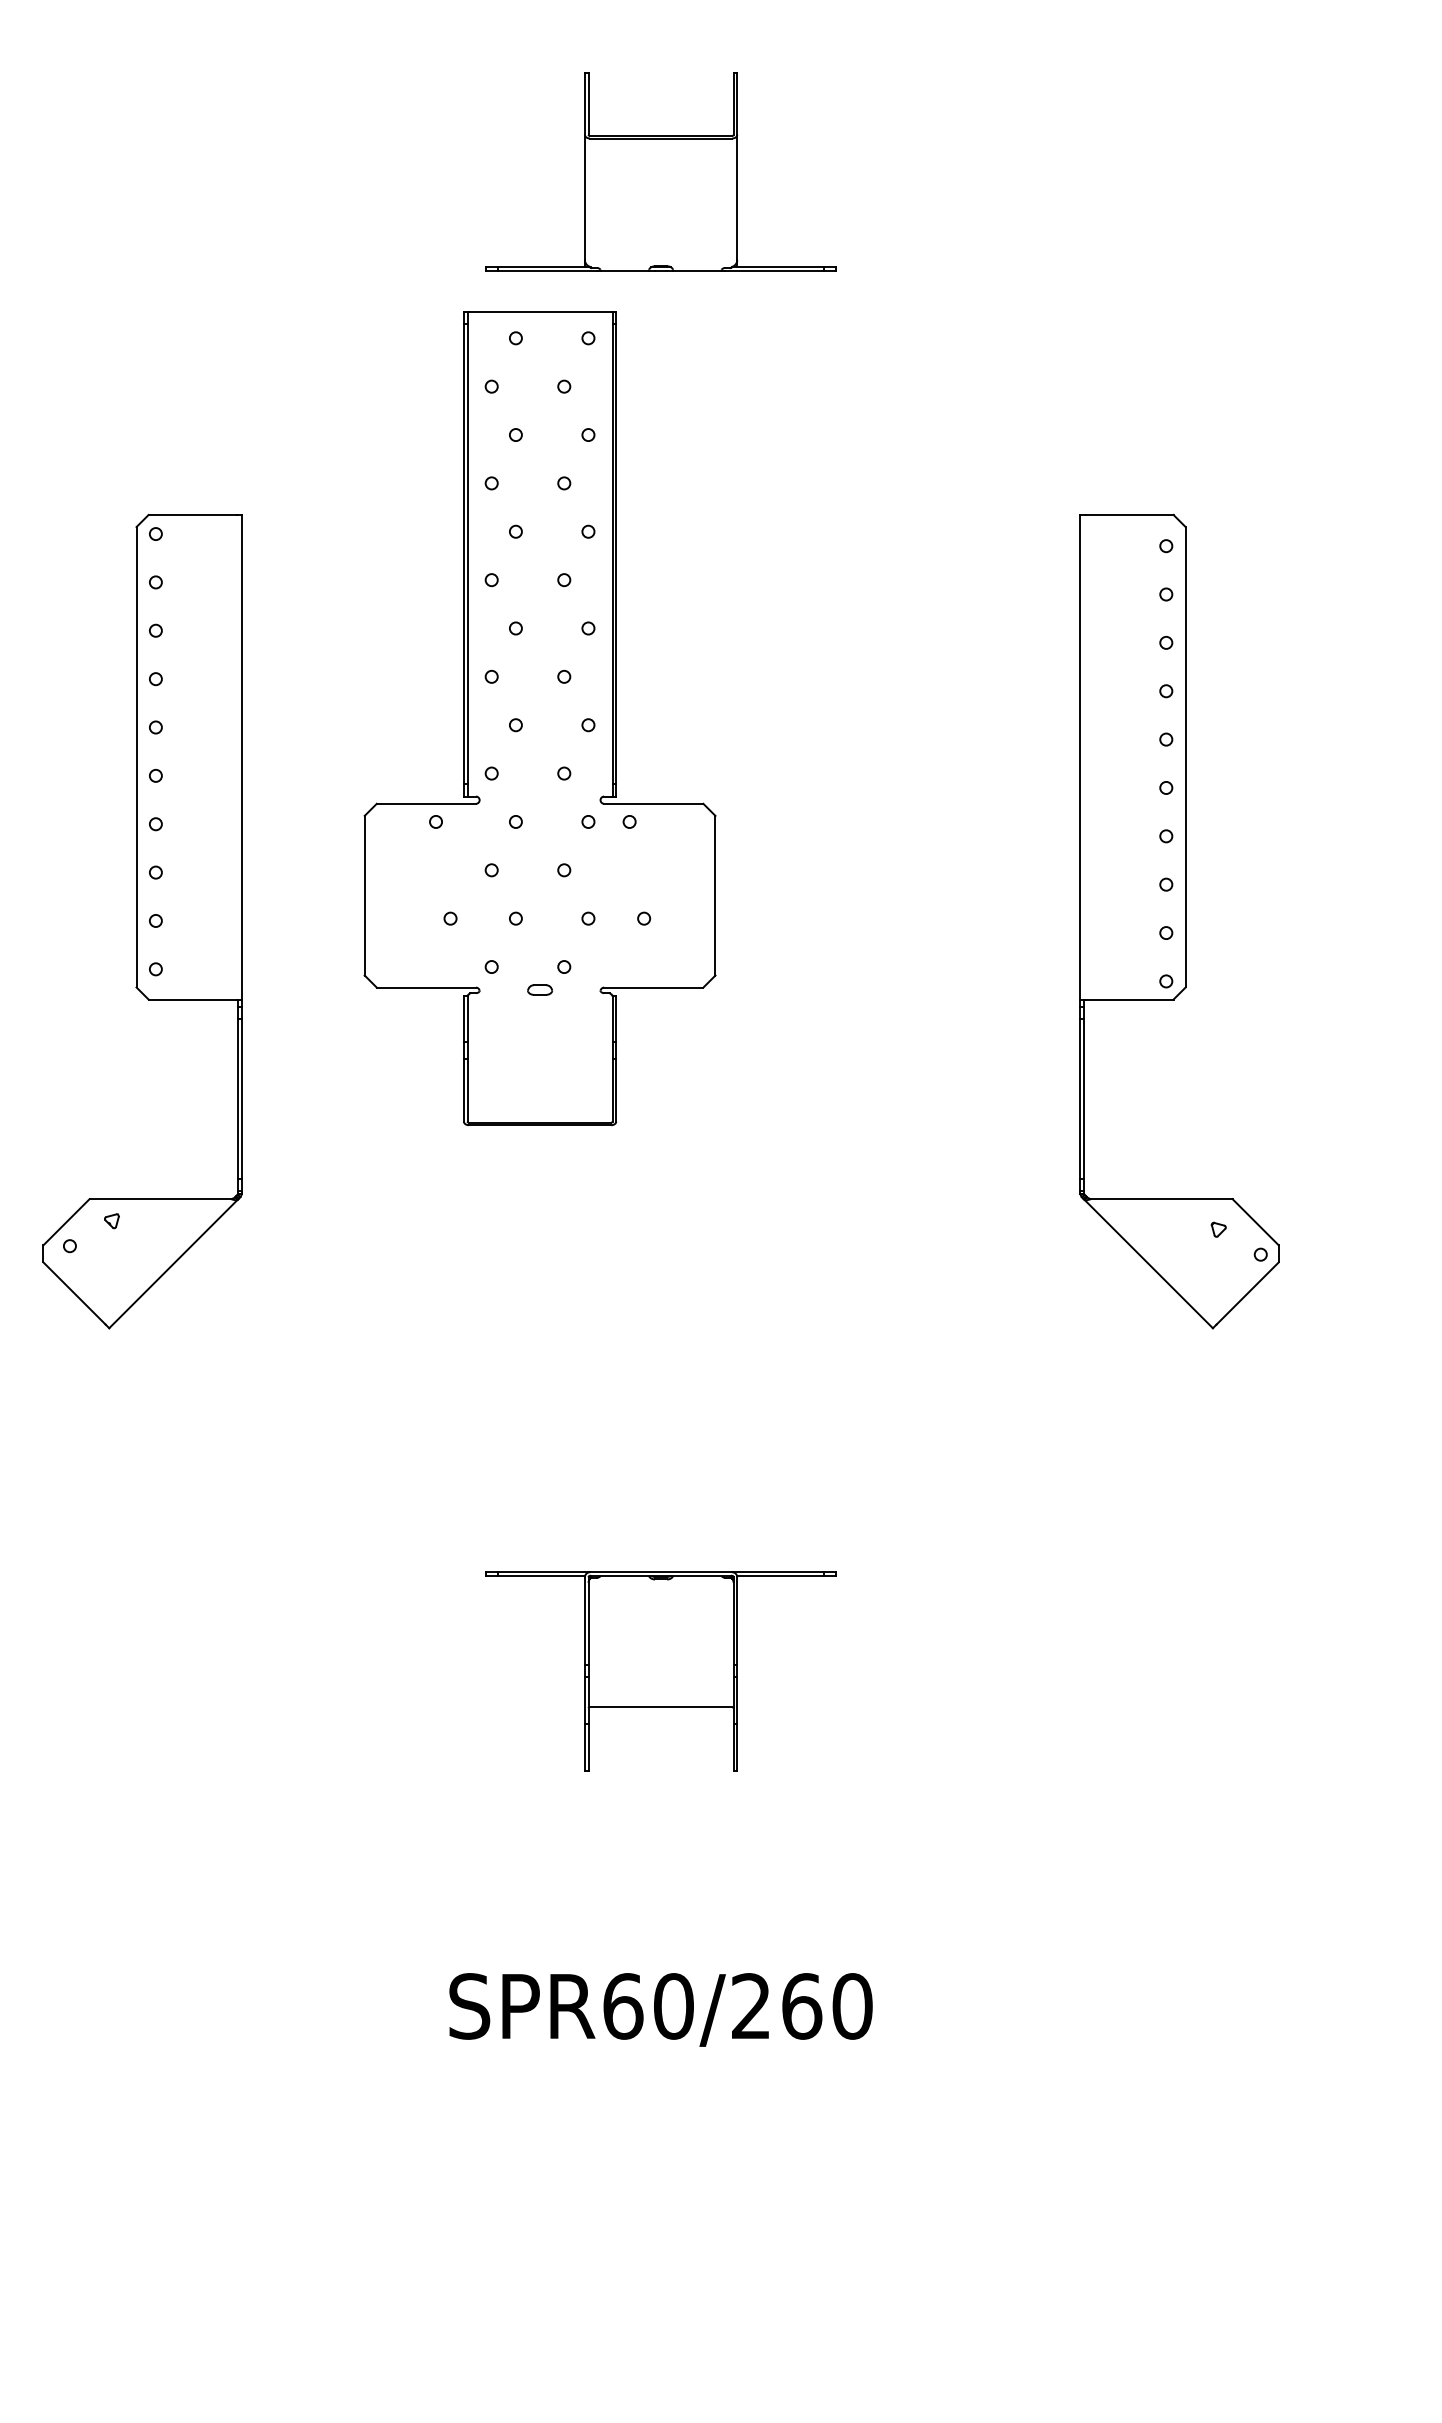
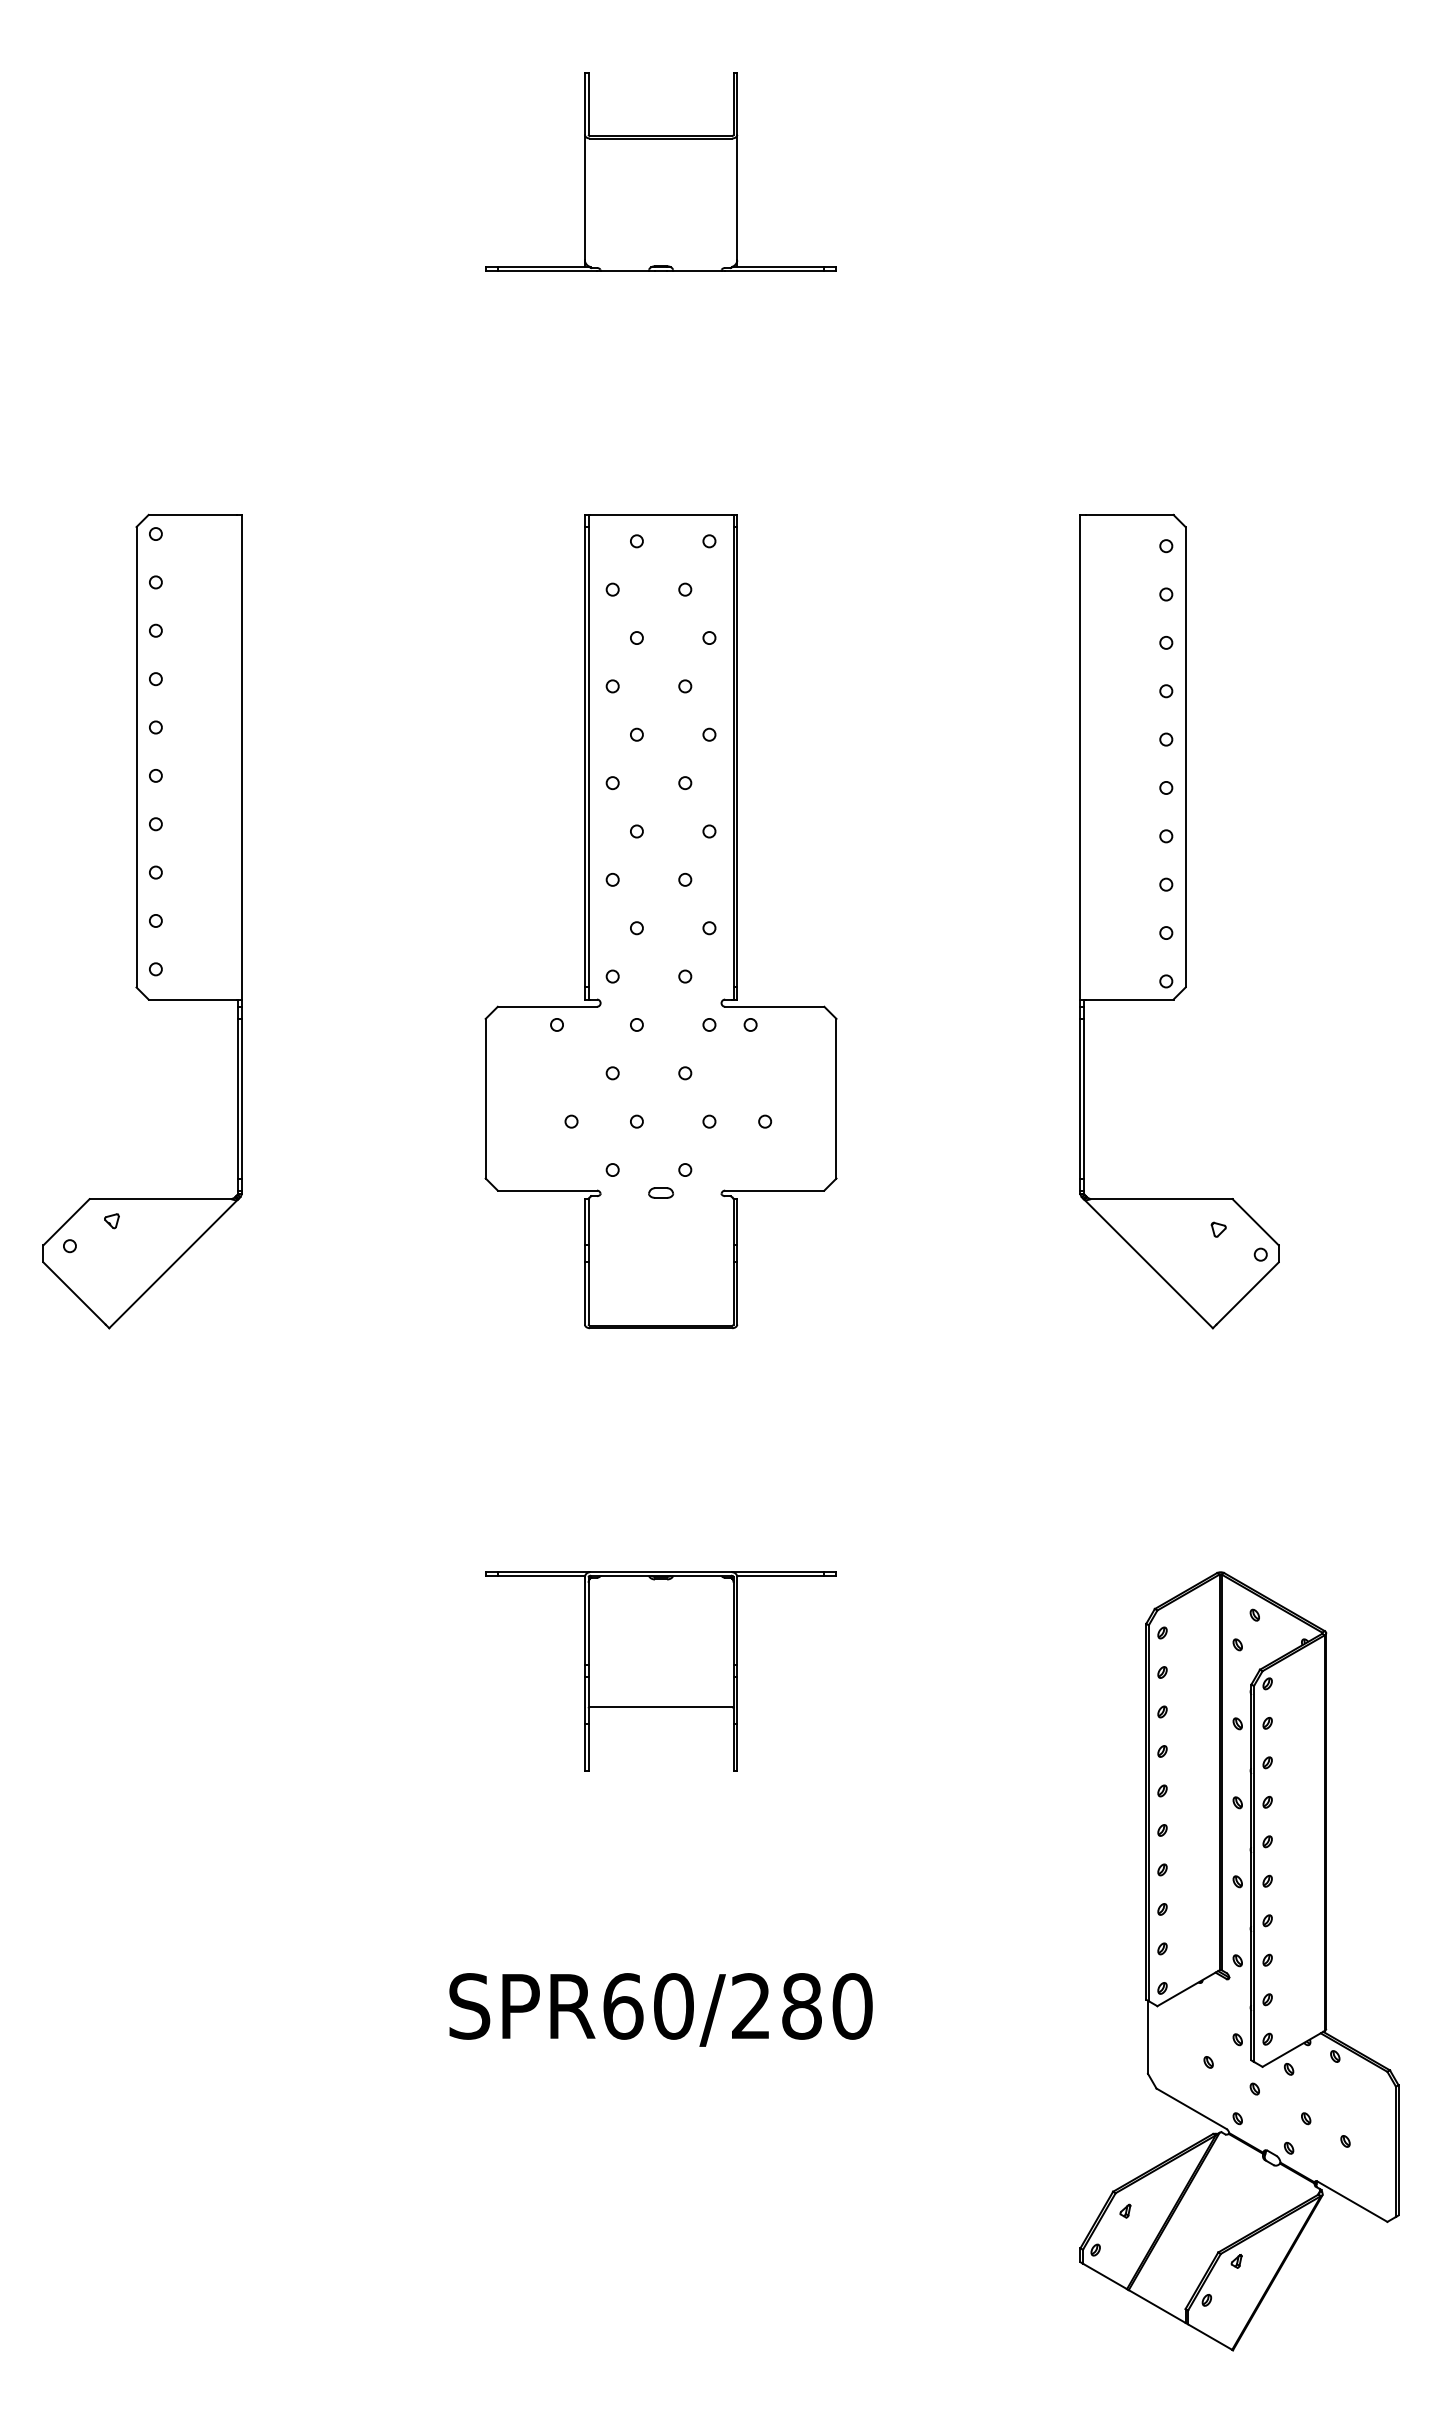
part at (539, 718) position: (539, 718) -> (660, 921)
part at (1239, 1961): none -> present
text at (802, 2006): SPR60/260 -> SPR60/280
